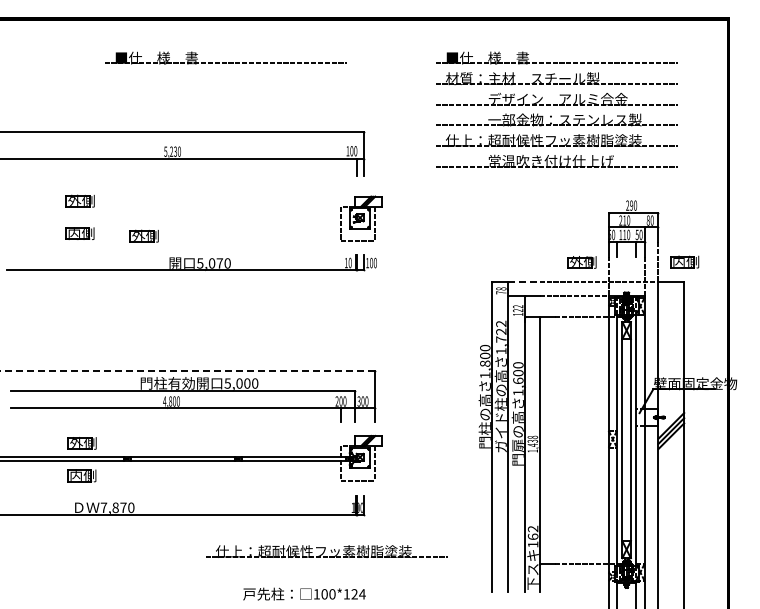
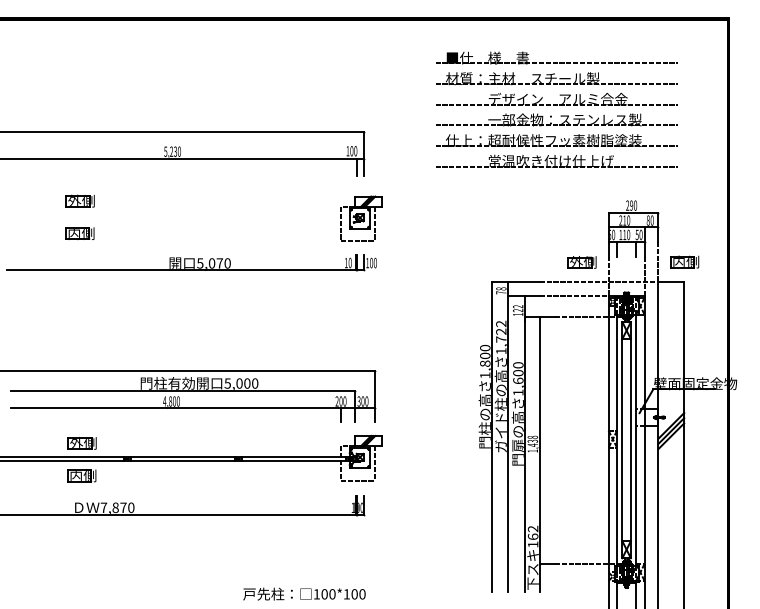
part at (225, 57): present -> none
part at (143, 235): present -> none
line at (523, 282): dashed -> solid
line at (187, 370): dashed -> solid
part at (326, 551): present -> none
text at (358, 594): 100*124 -> 100*100
